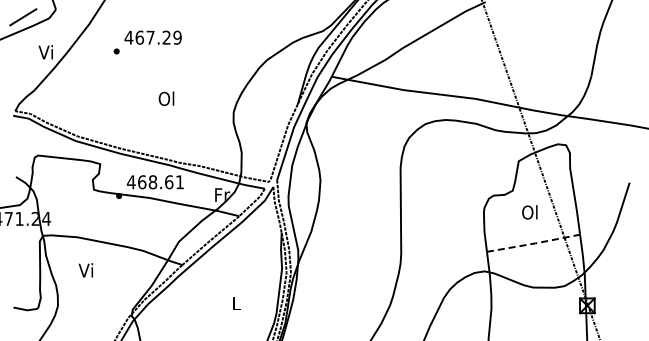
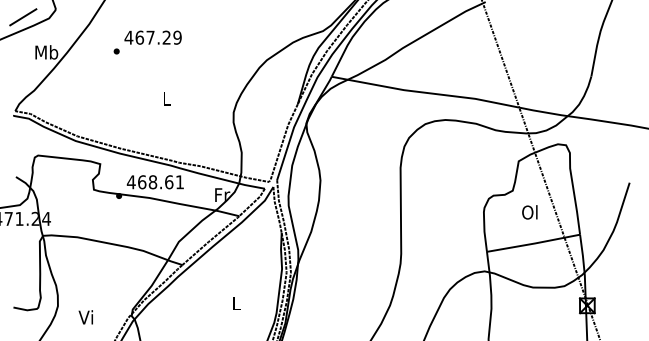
text at (46, 52): Vi -> Mb
text at (166, 98): Ol -> L
line at (534, 243): dashed -> solid
text at (85, 270) position: (85, 270) -> (85, 317)
